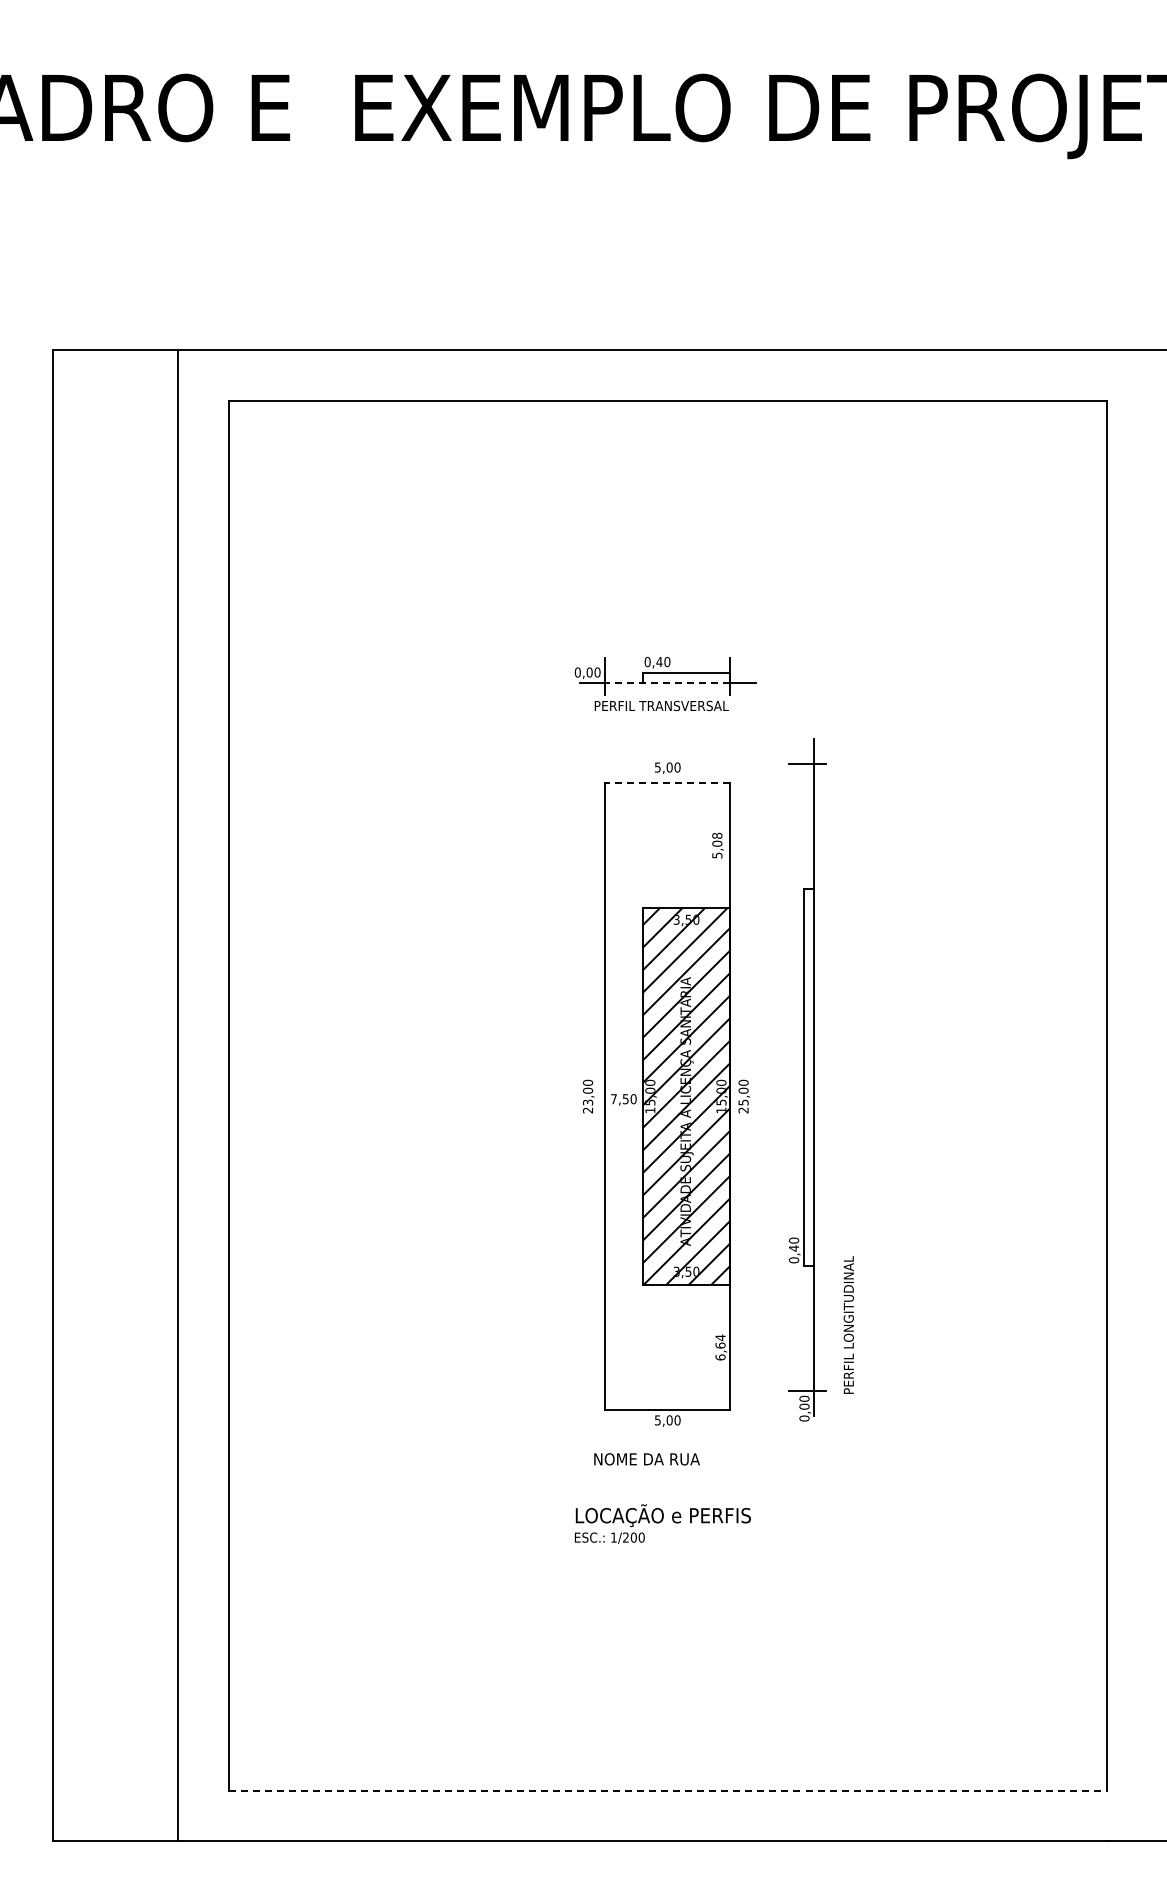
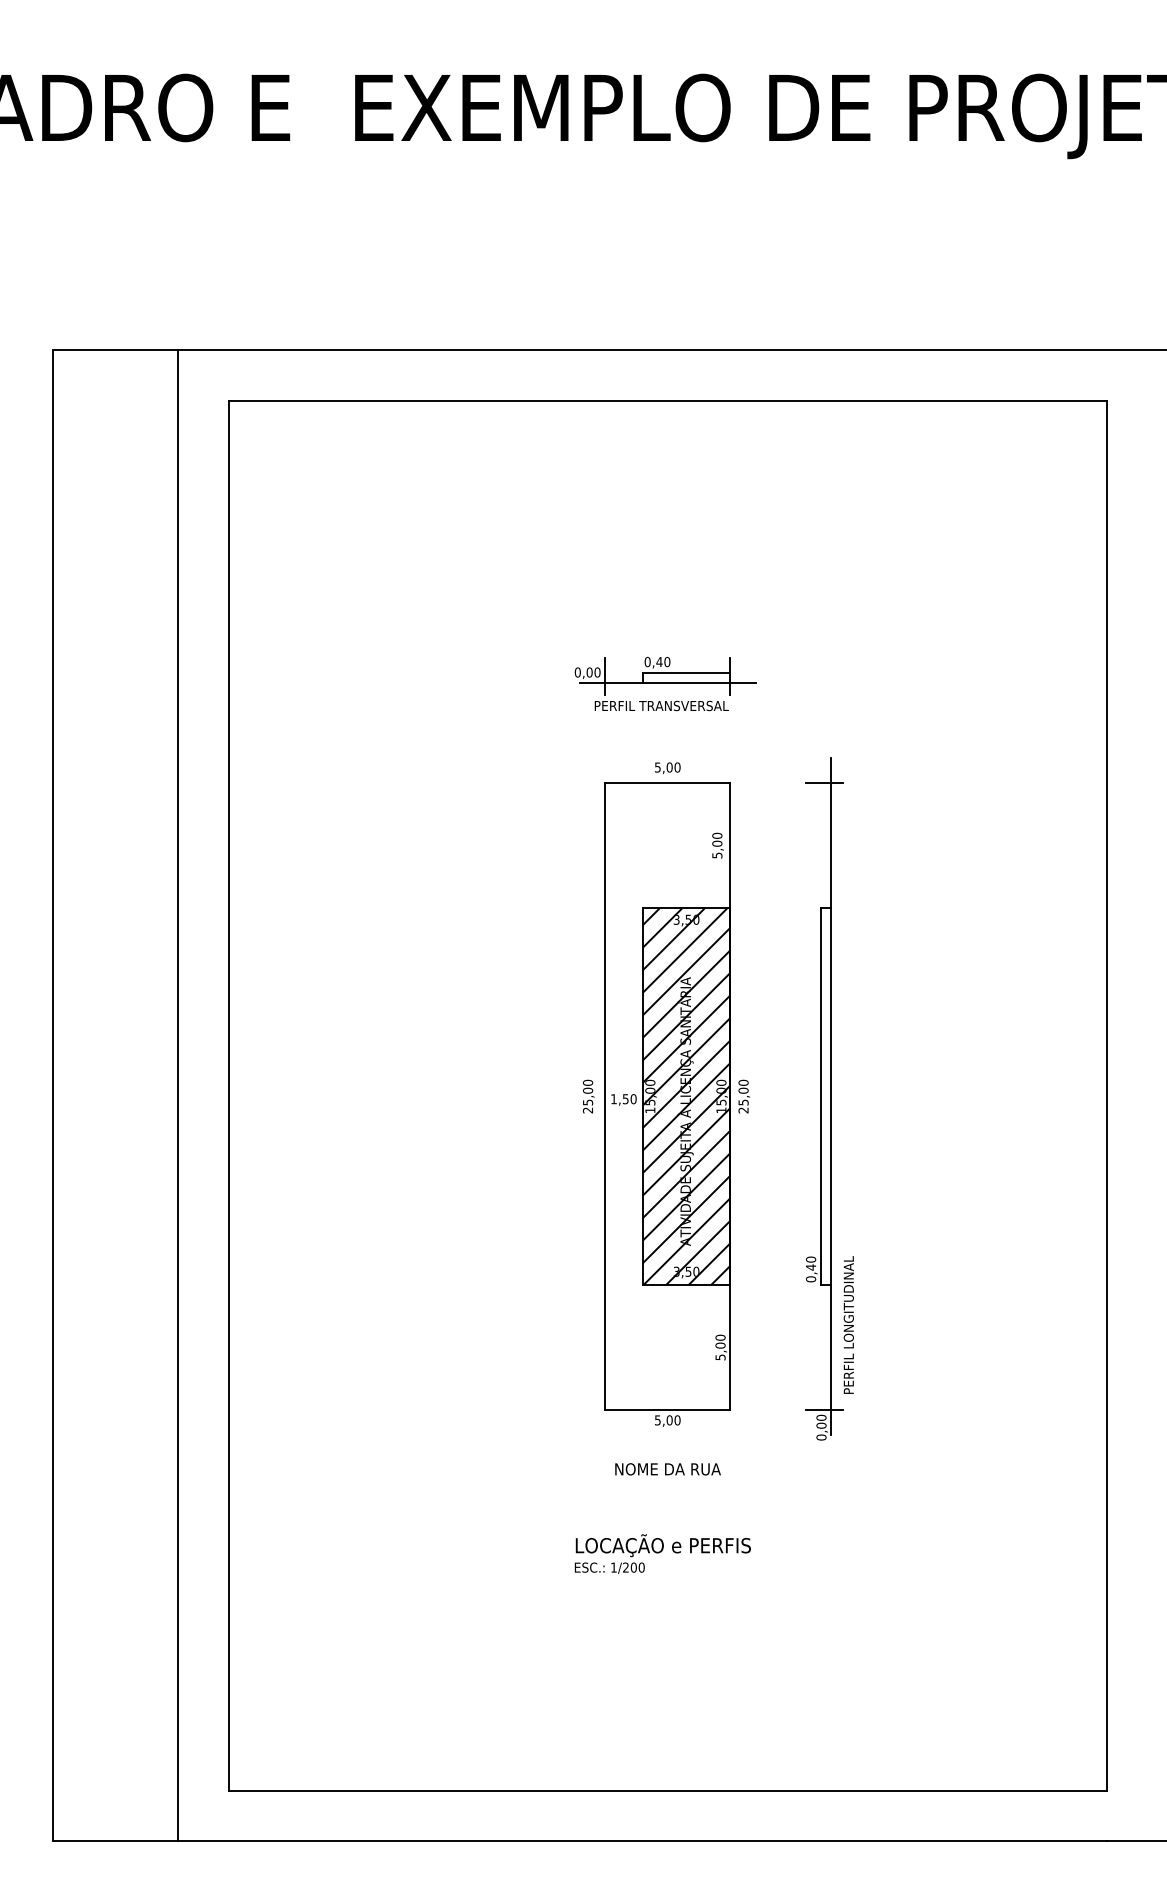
line at (667, 682): dashed -> solid
line at (667, 783): dashed -> solid
text at (717, 835): 5,08 -> 5,00
part at (807, 1079) position: (807, 1079) -> (824, 1098)
text at (613, 1099): 7,50 -> 1,50
text at (587, 1102): 23,00 -> 25,00
text at (720, 1347): 6,64 -> 5,00
text at (646, 1459) position: (646, 1459) -> (667, 1469)
text at (662, 1523) position: (662, 1523) -> (662, 1553)
line at (668, 1790): dashed -> solid
